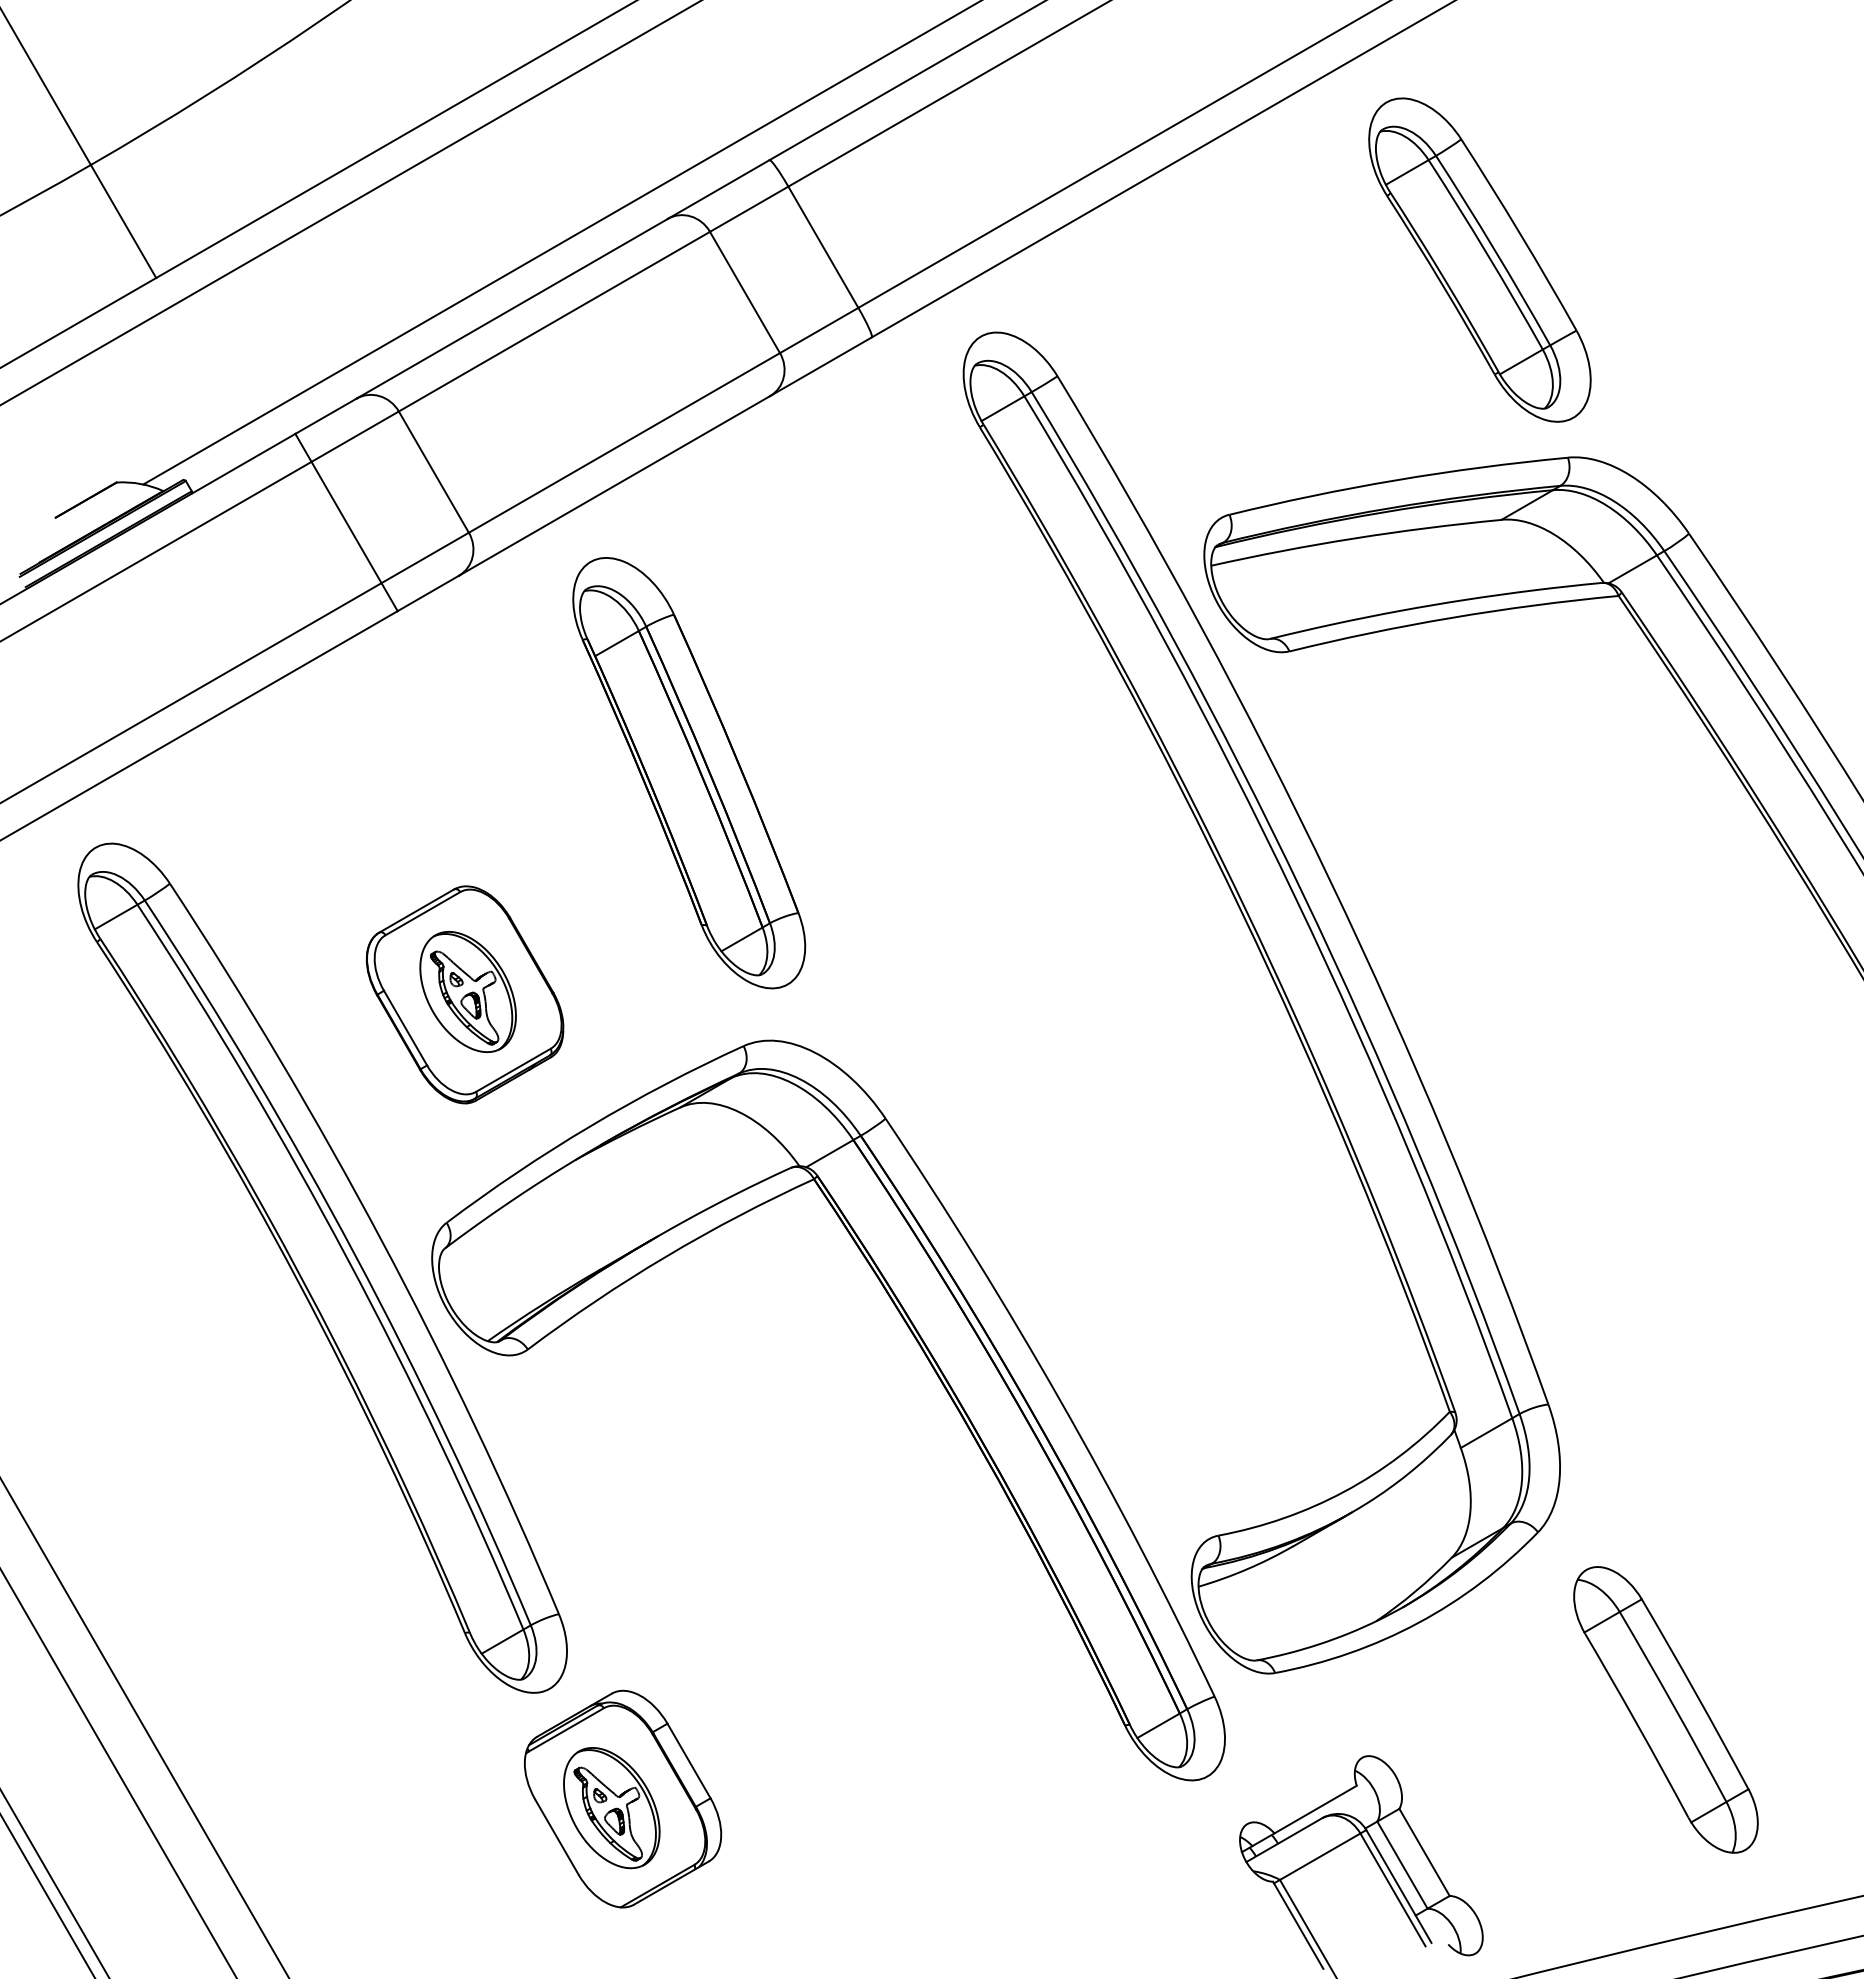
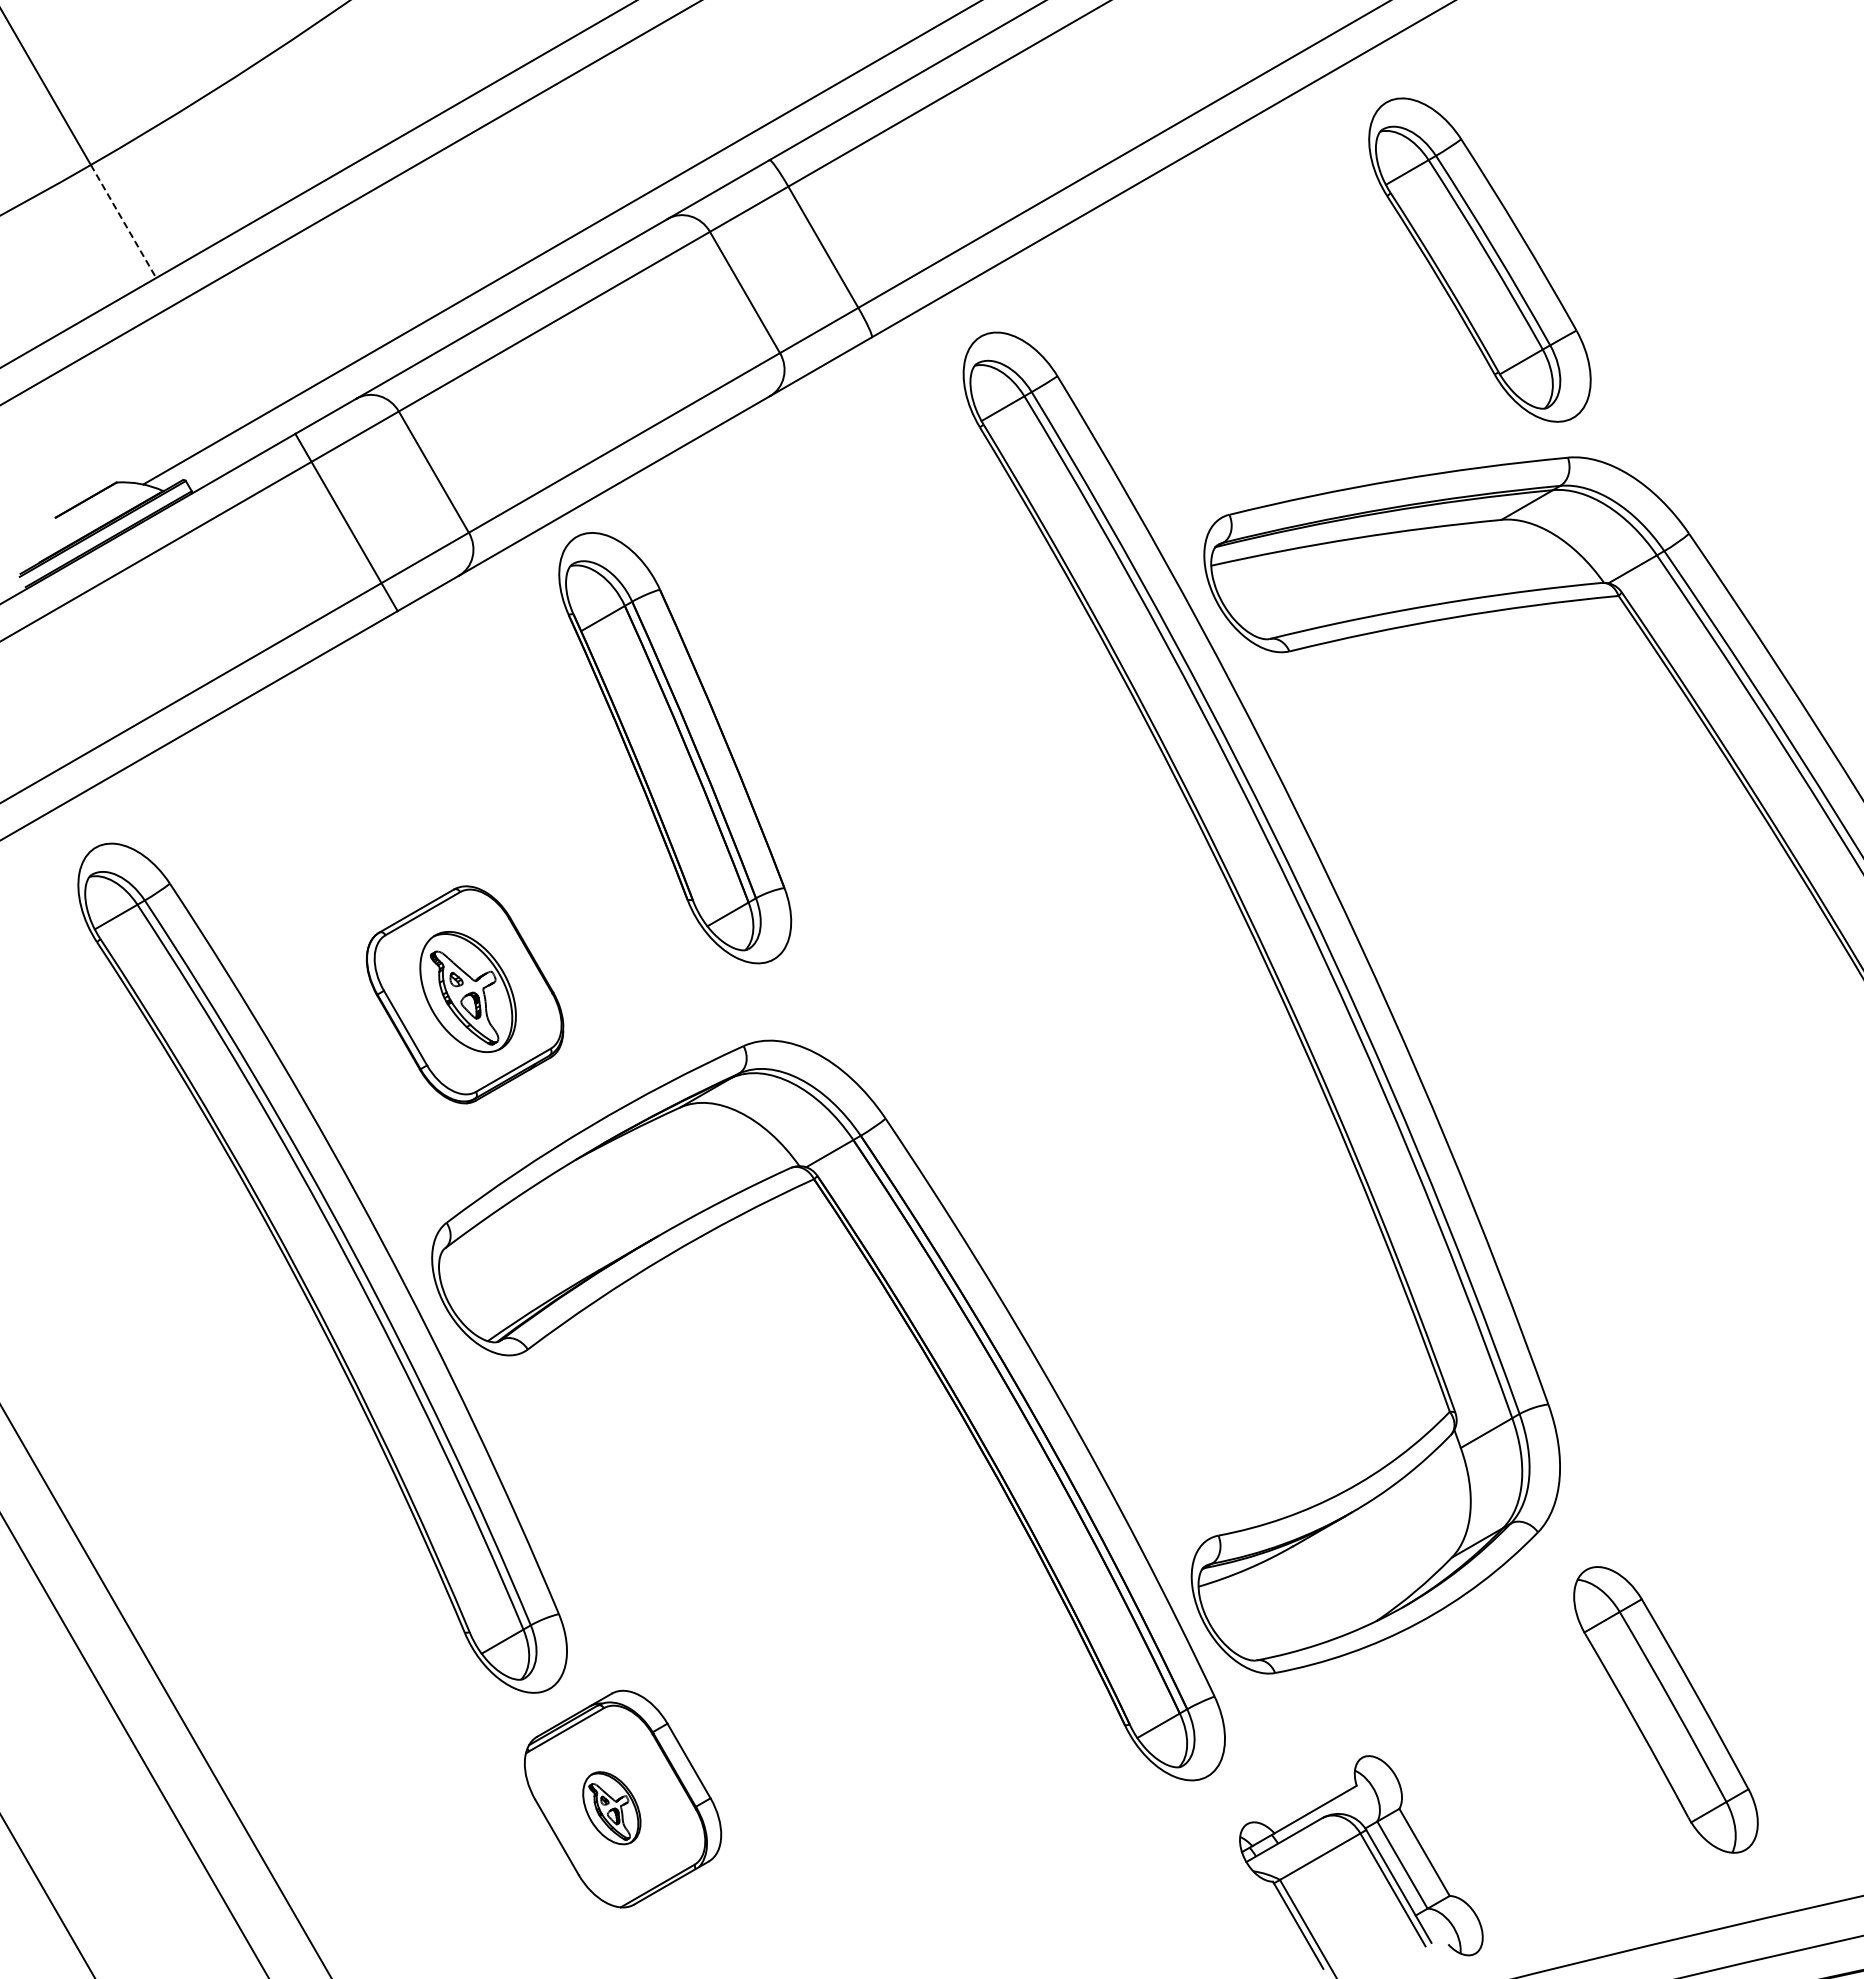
line at (123, 221): solid -> dashed
part at (689, 773) position: (689, 773) -> (675, 748)
line at (144, 1728) position: (144, 1728) -> (165, 1691)
line at (118, 1773) position: (118, 1773) -> (134, 1745)
part at (611, 1808) size: 98x123 px -> 60x75 px
line at (54, 1883): present -> none
